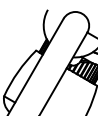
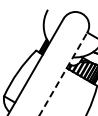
line at (63, 74): solid -> dashed
